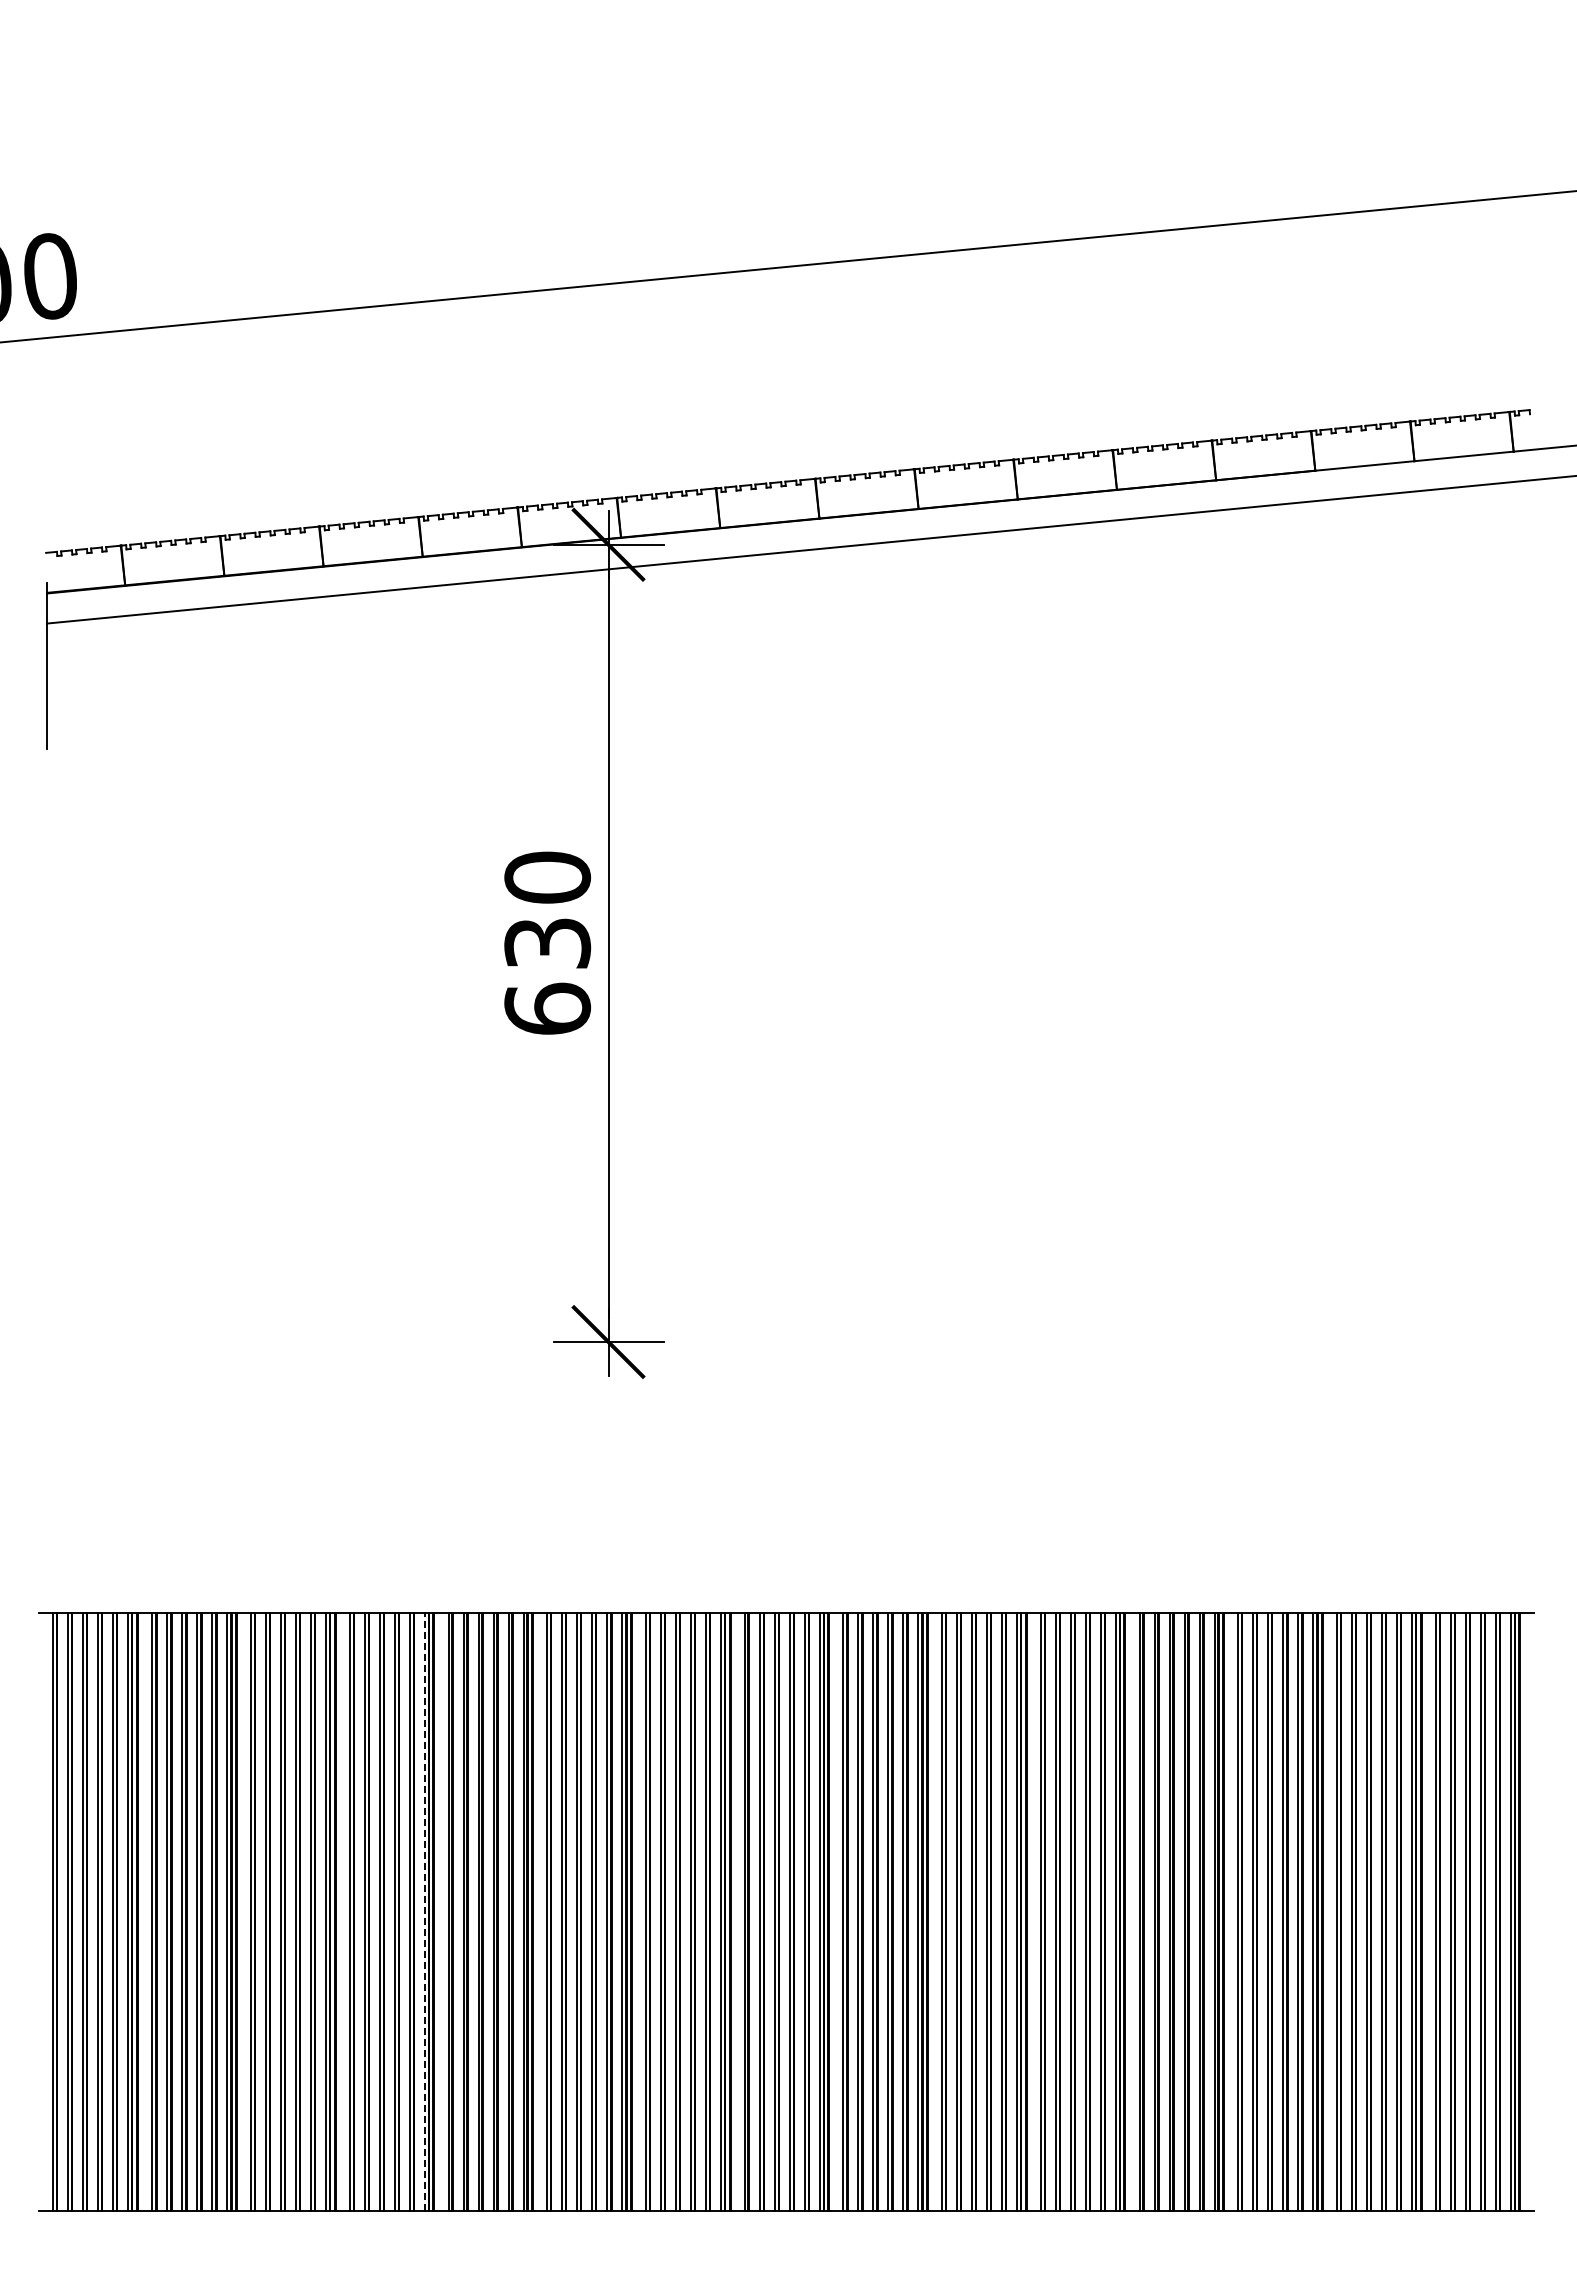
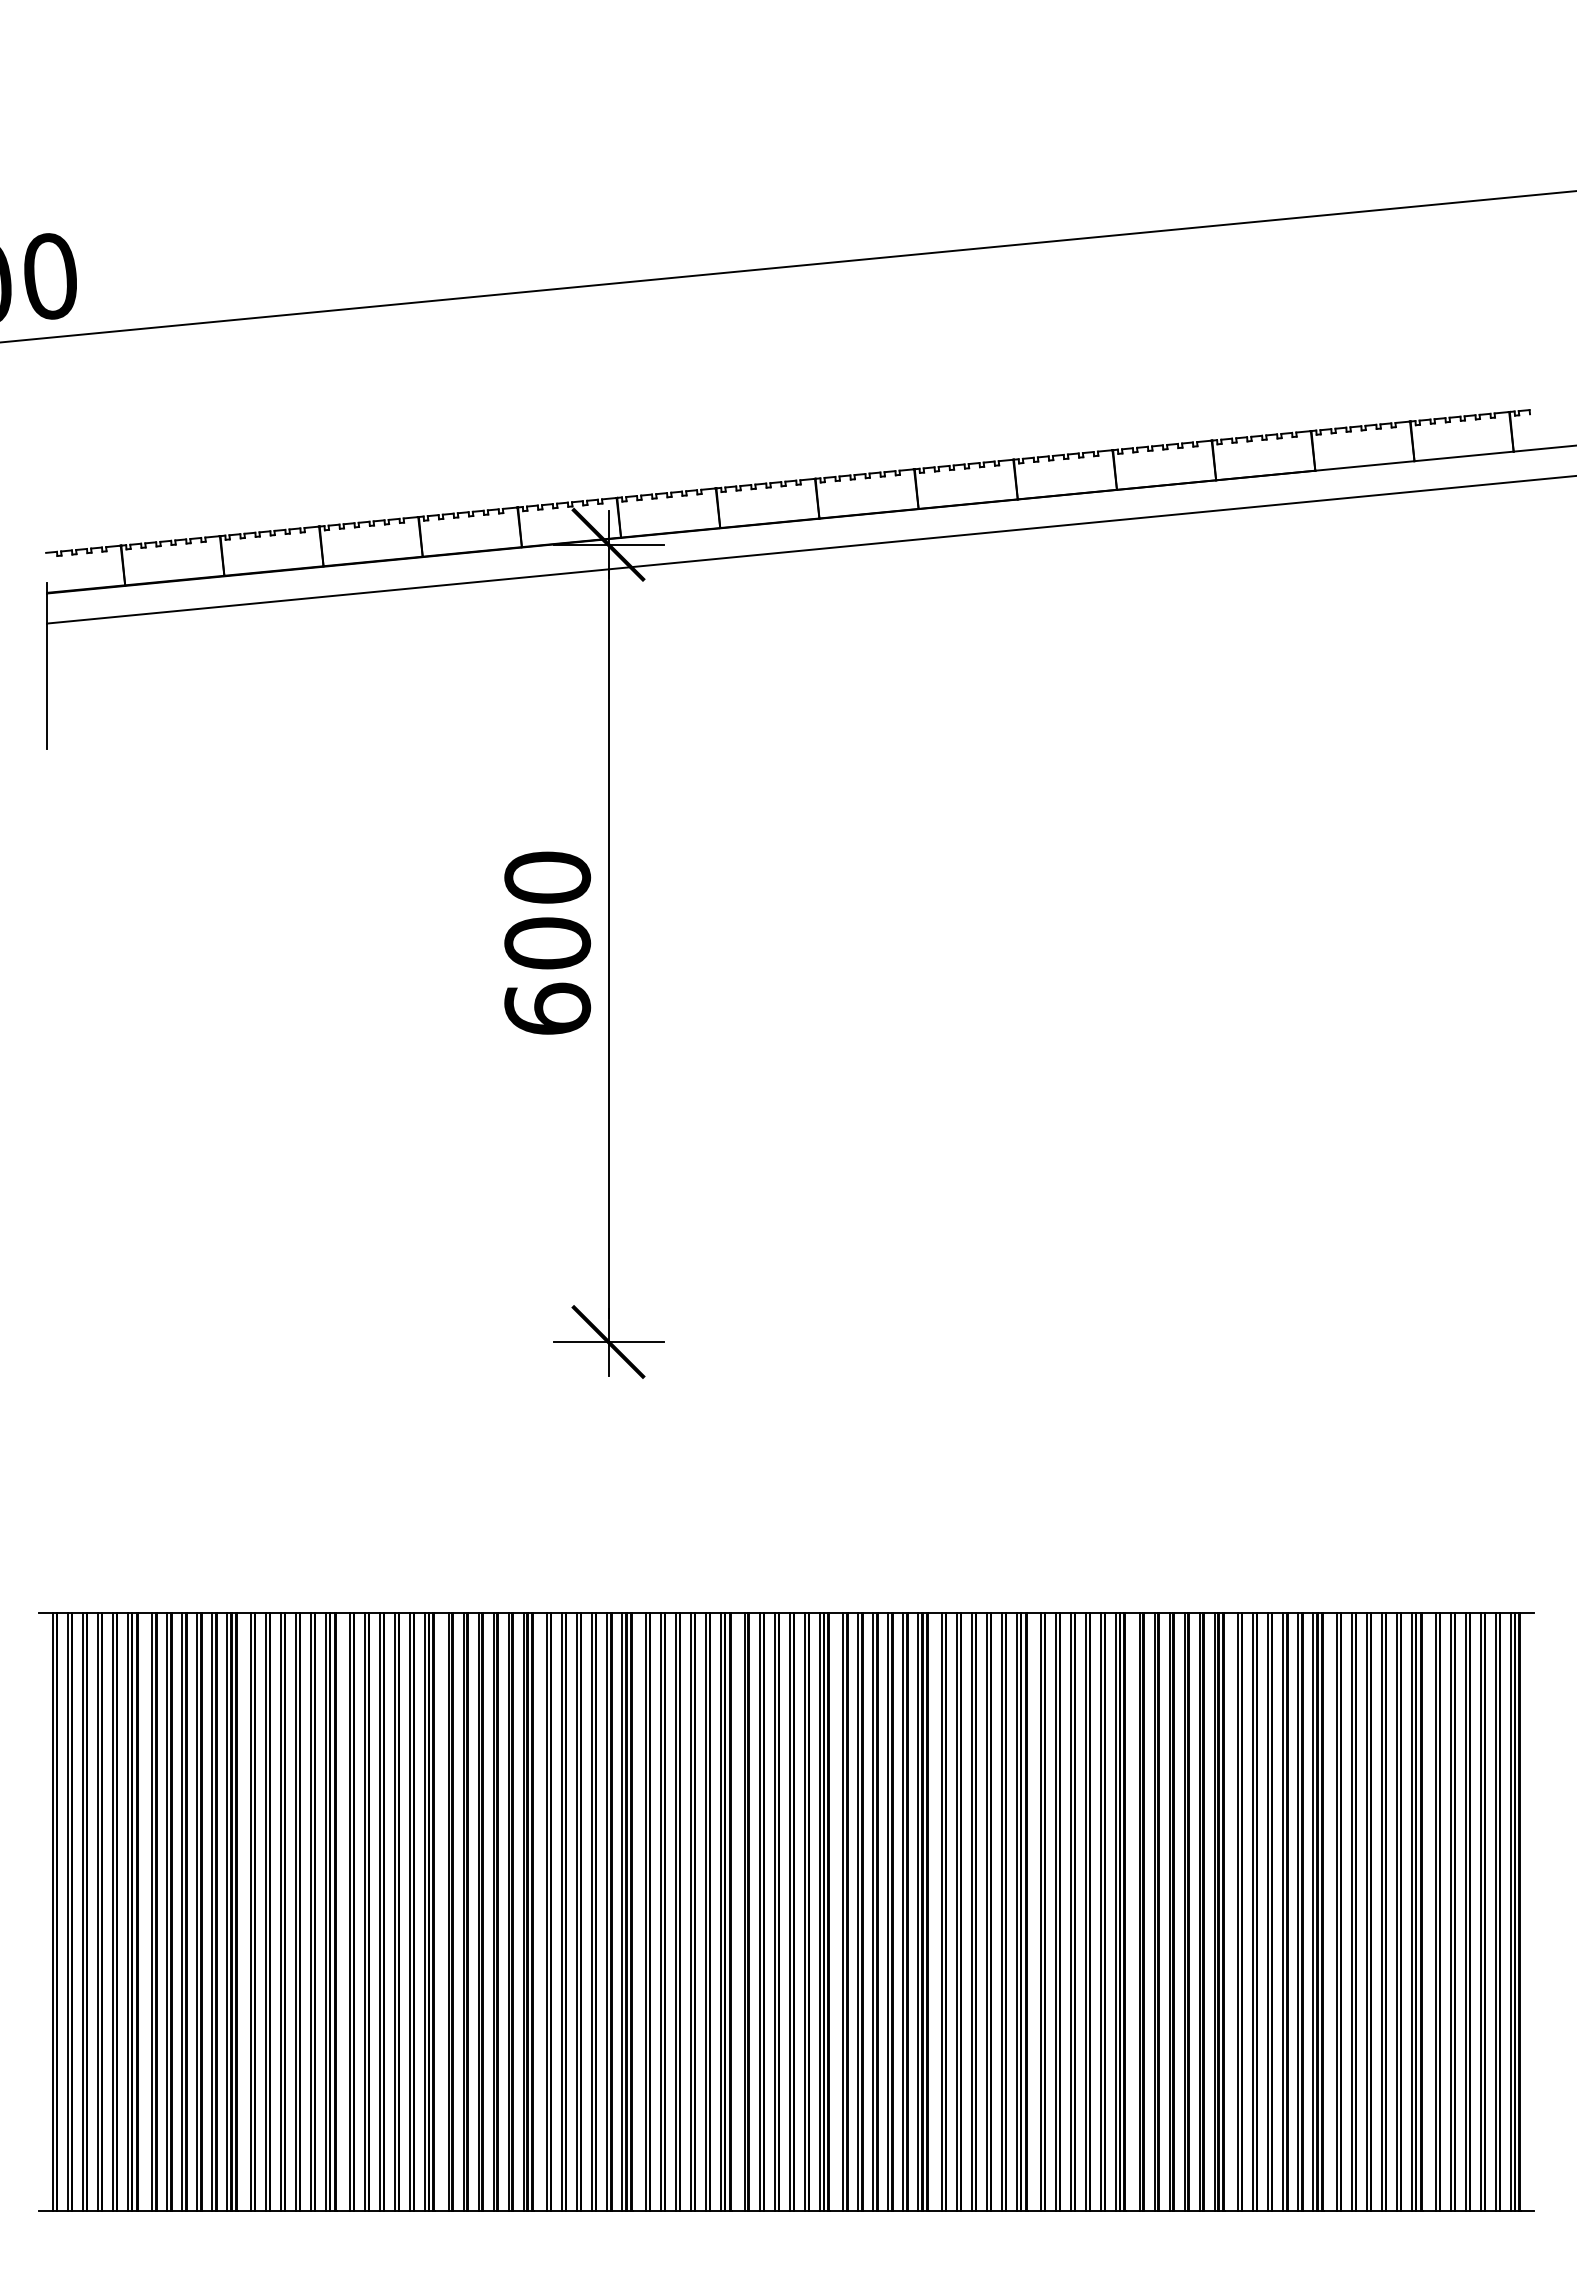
text at (547, 943): 630 -> 600
line at (424, 1911): dashed -> solid
